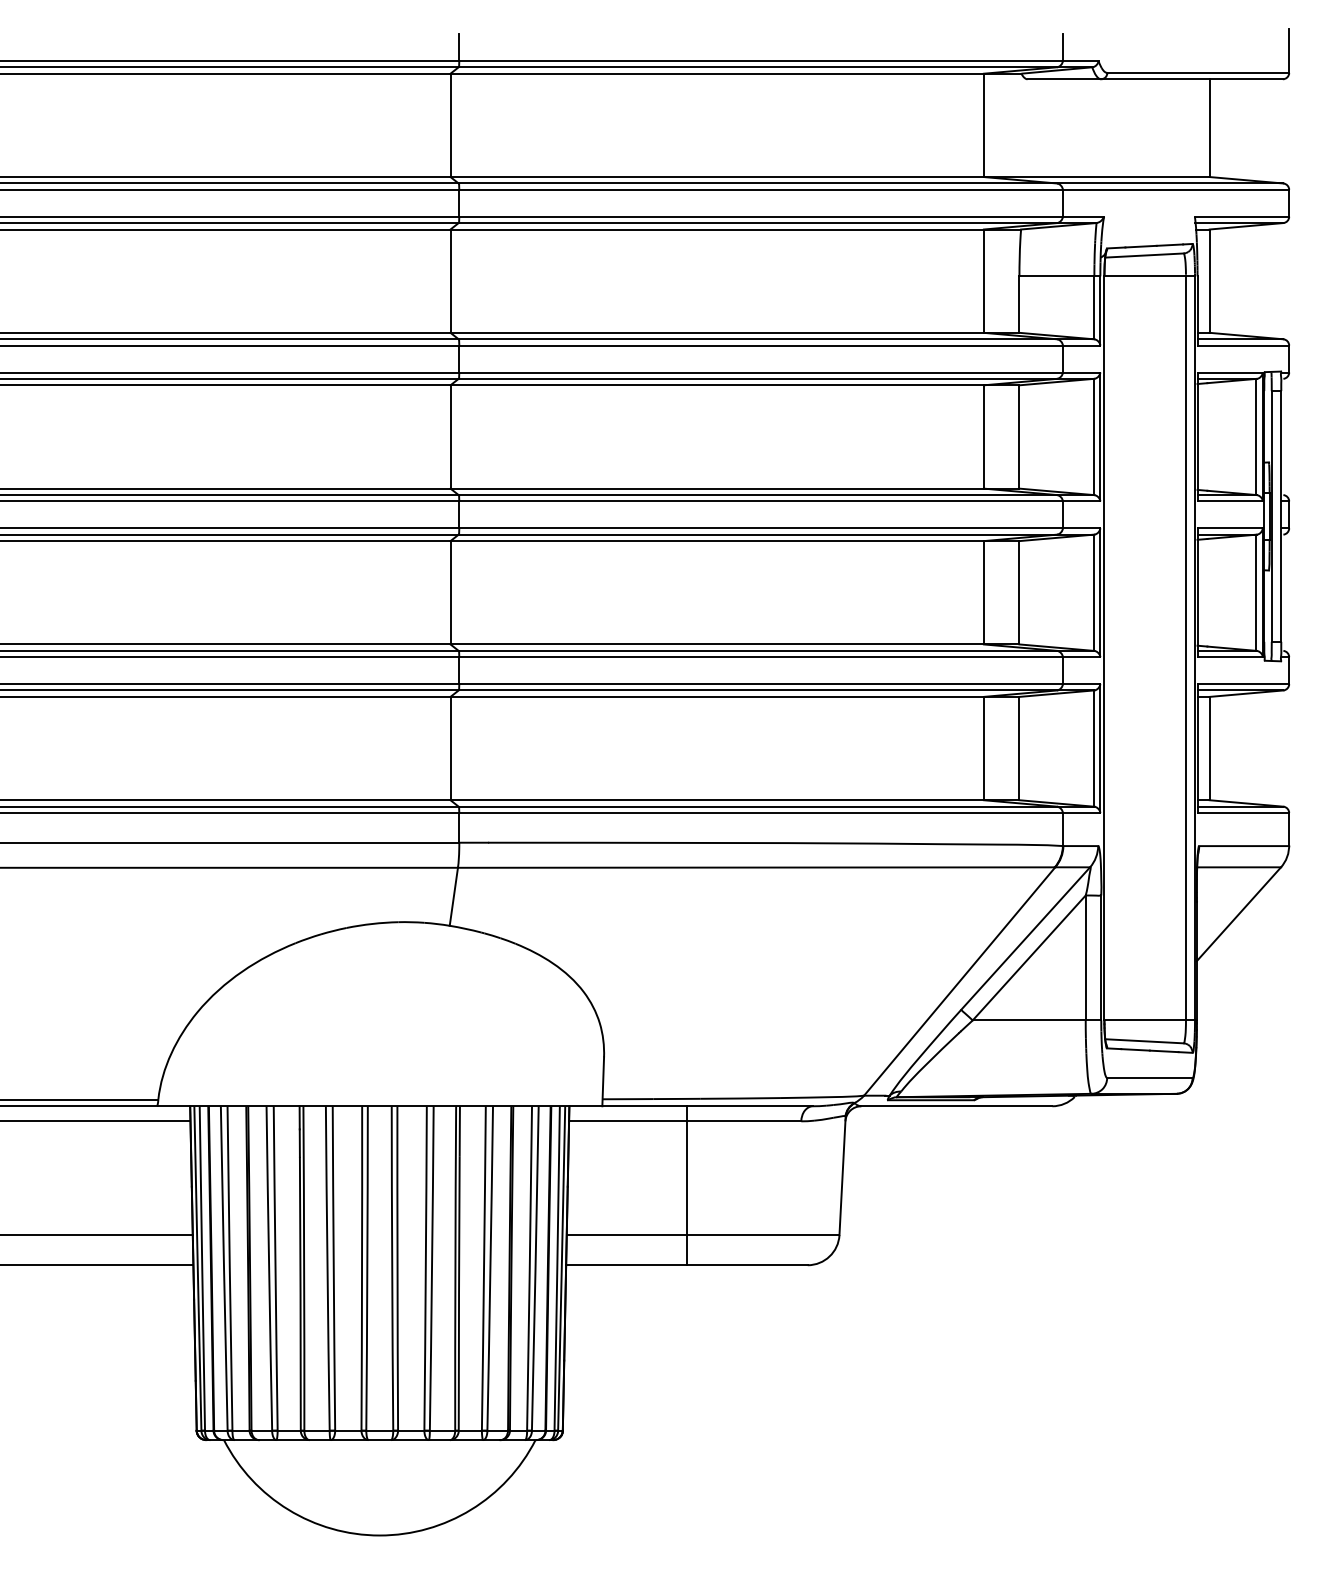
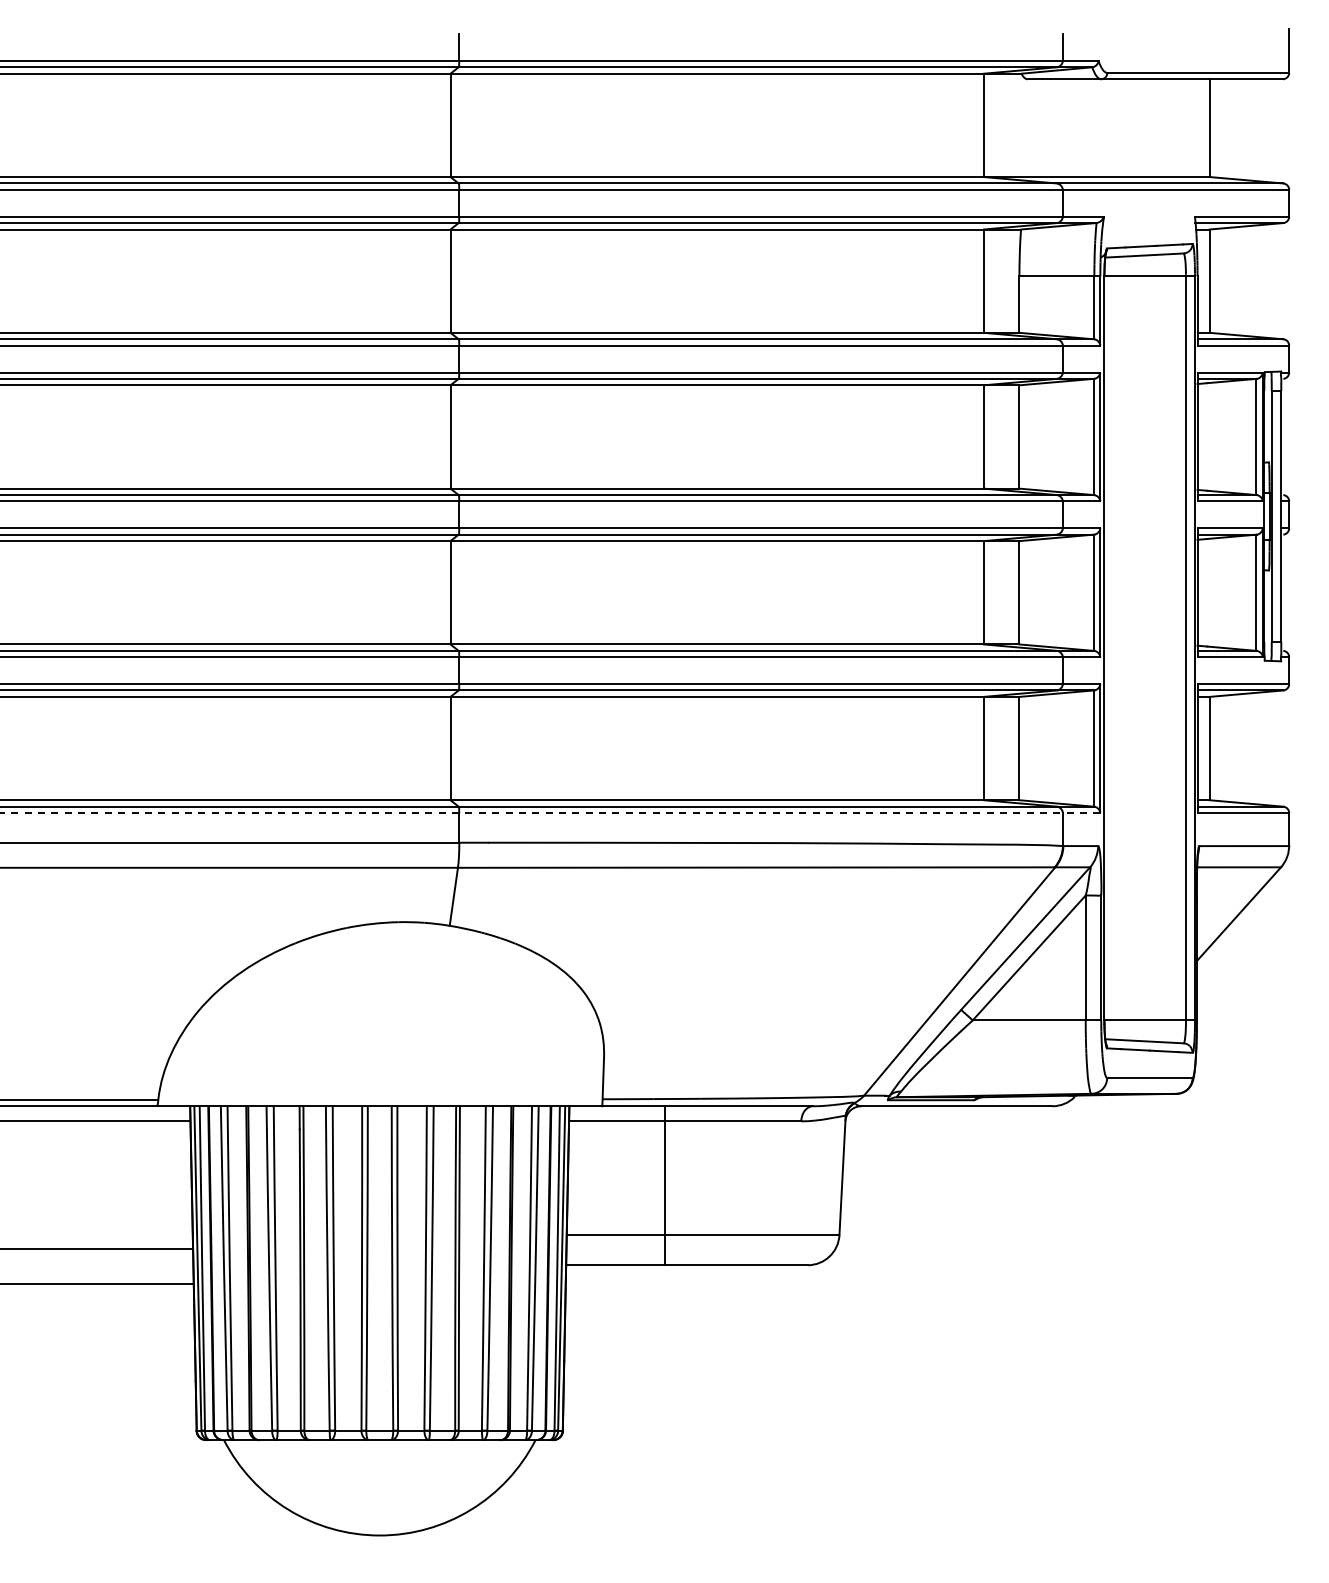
line at (550, 813): solid -> dashed
line at (687, 1185) position: (687, 1185) -> (665, 1185)
line at (97, 1235) position: (97, 1235) -> (97, 1249)
line at (97, 1265) position: (97, 1265) -> (97, 1284)
